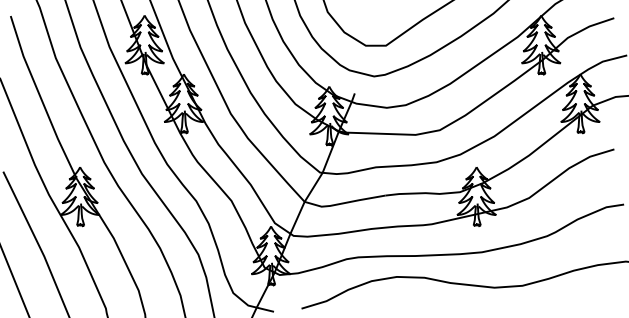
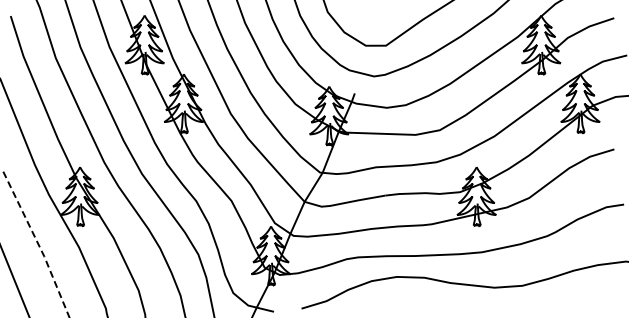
line at (38, 244): solid -> dashed
